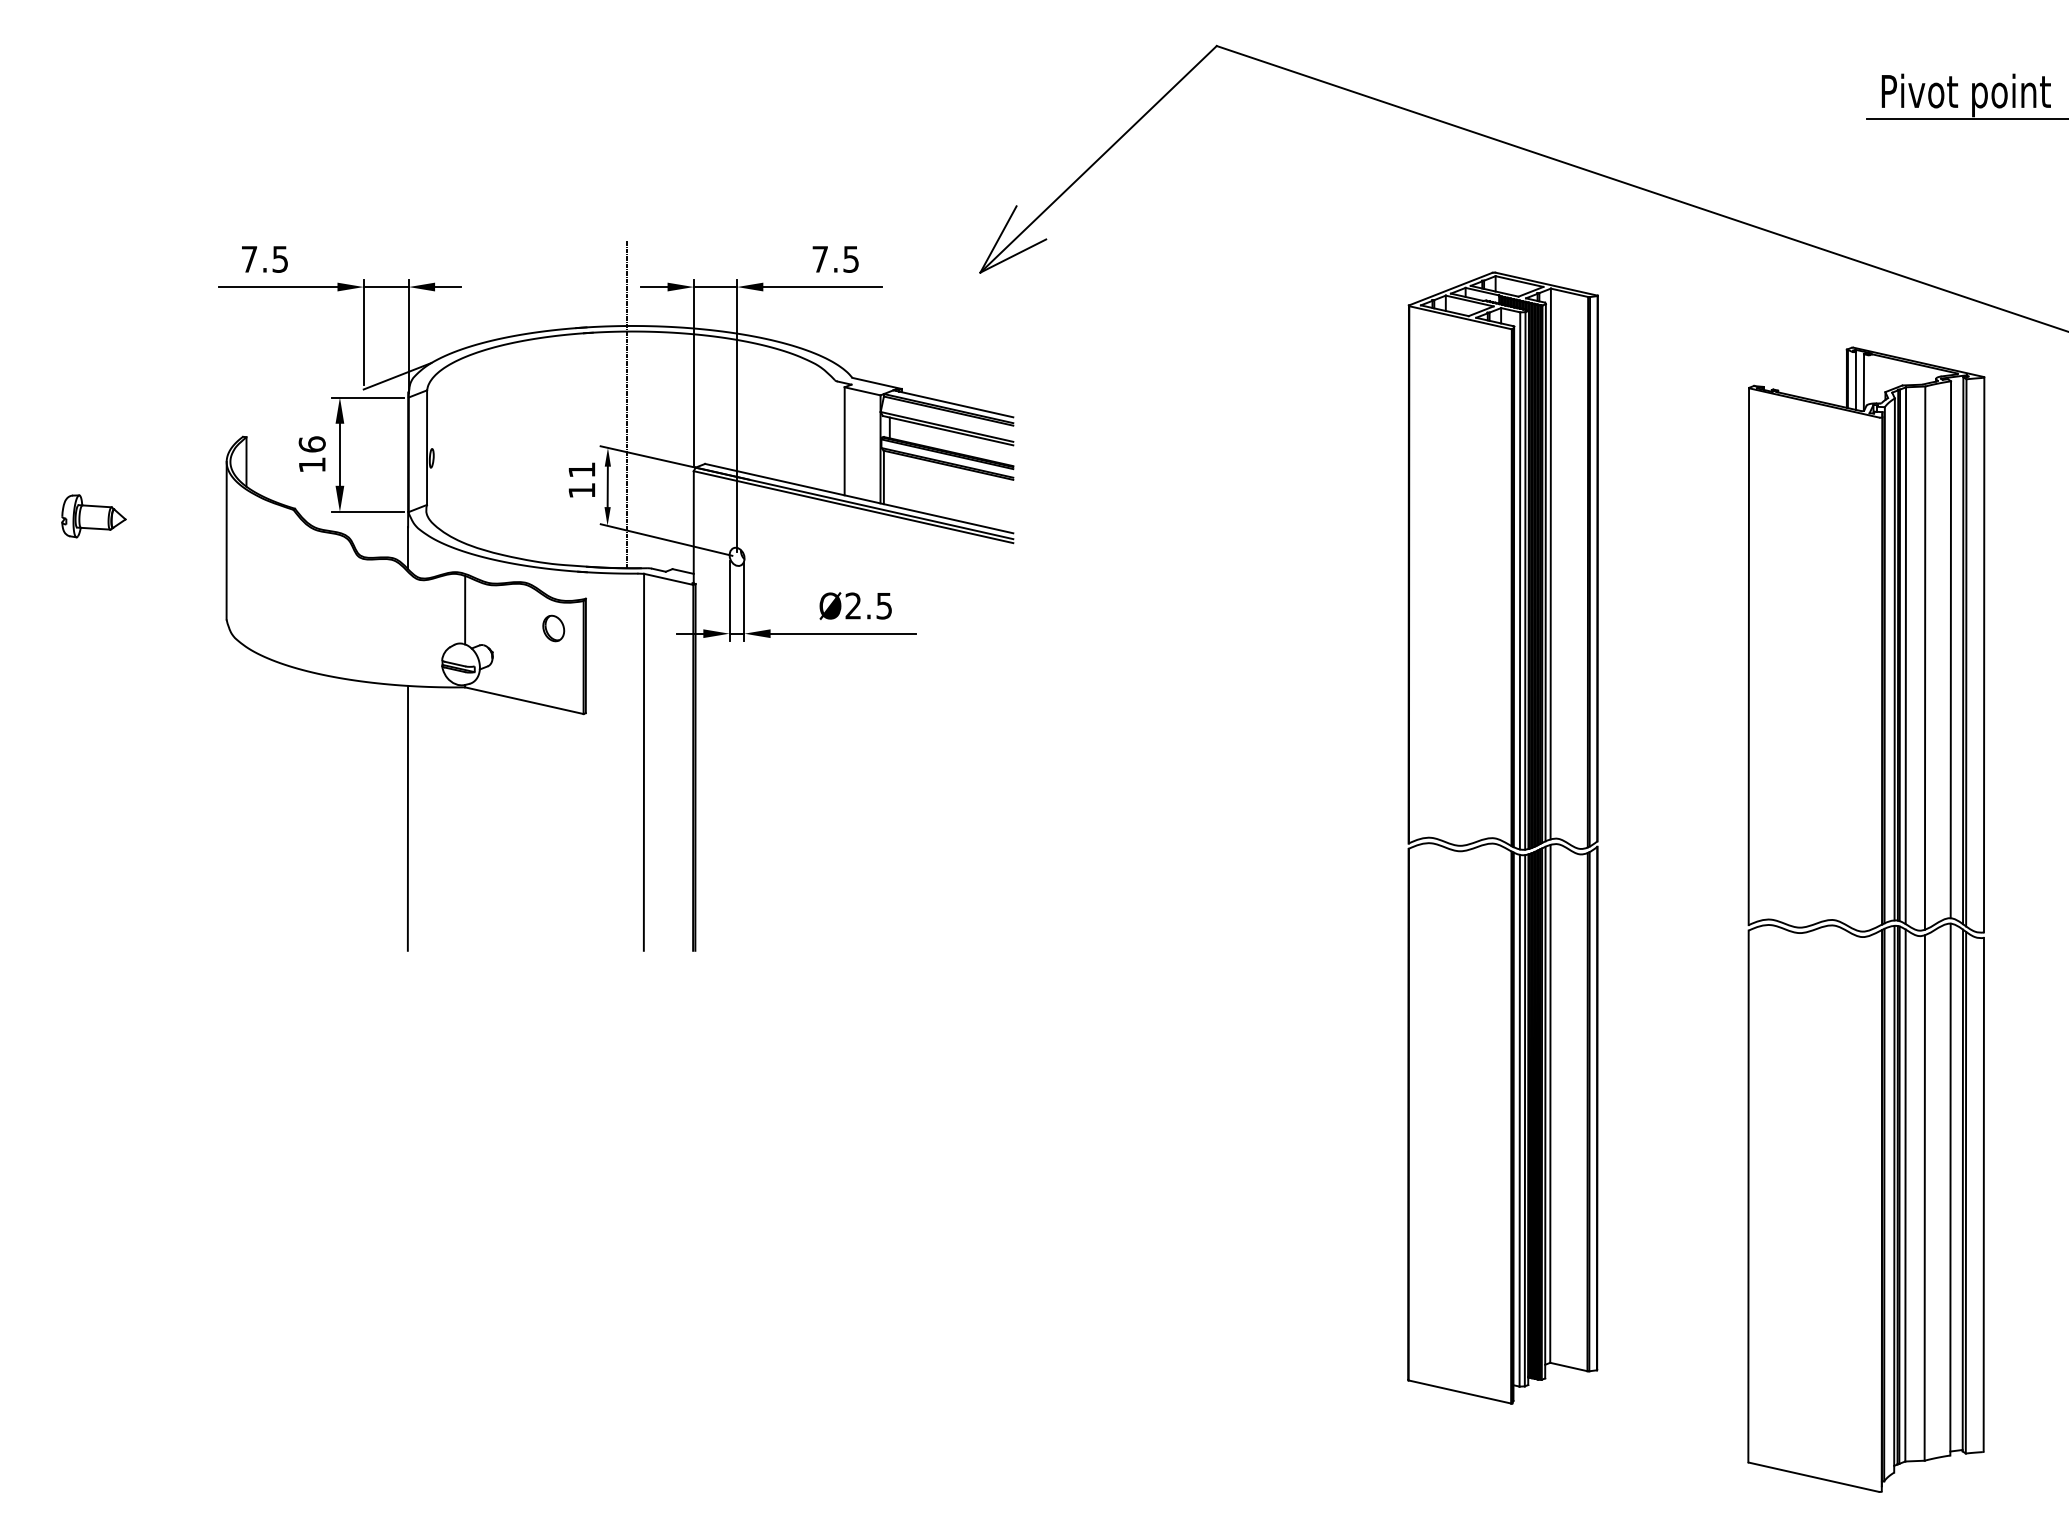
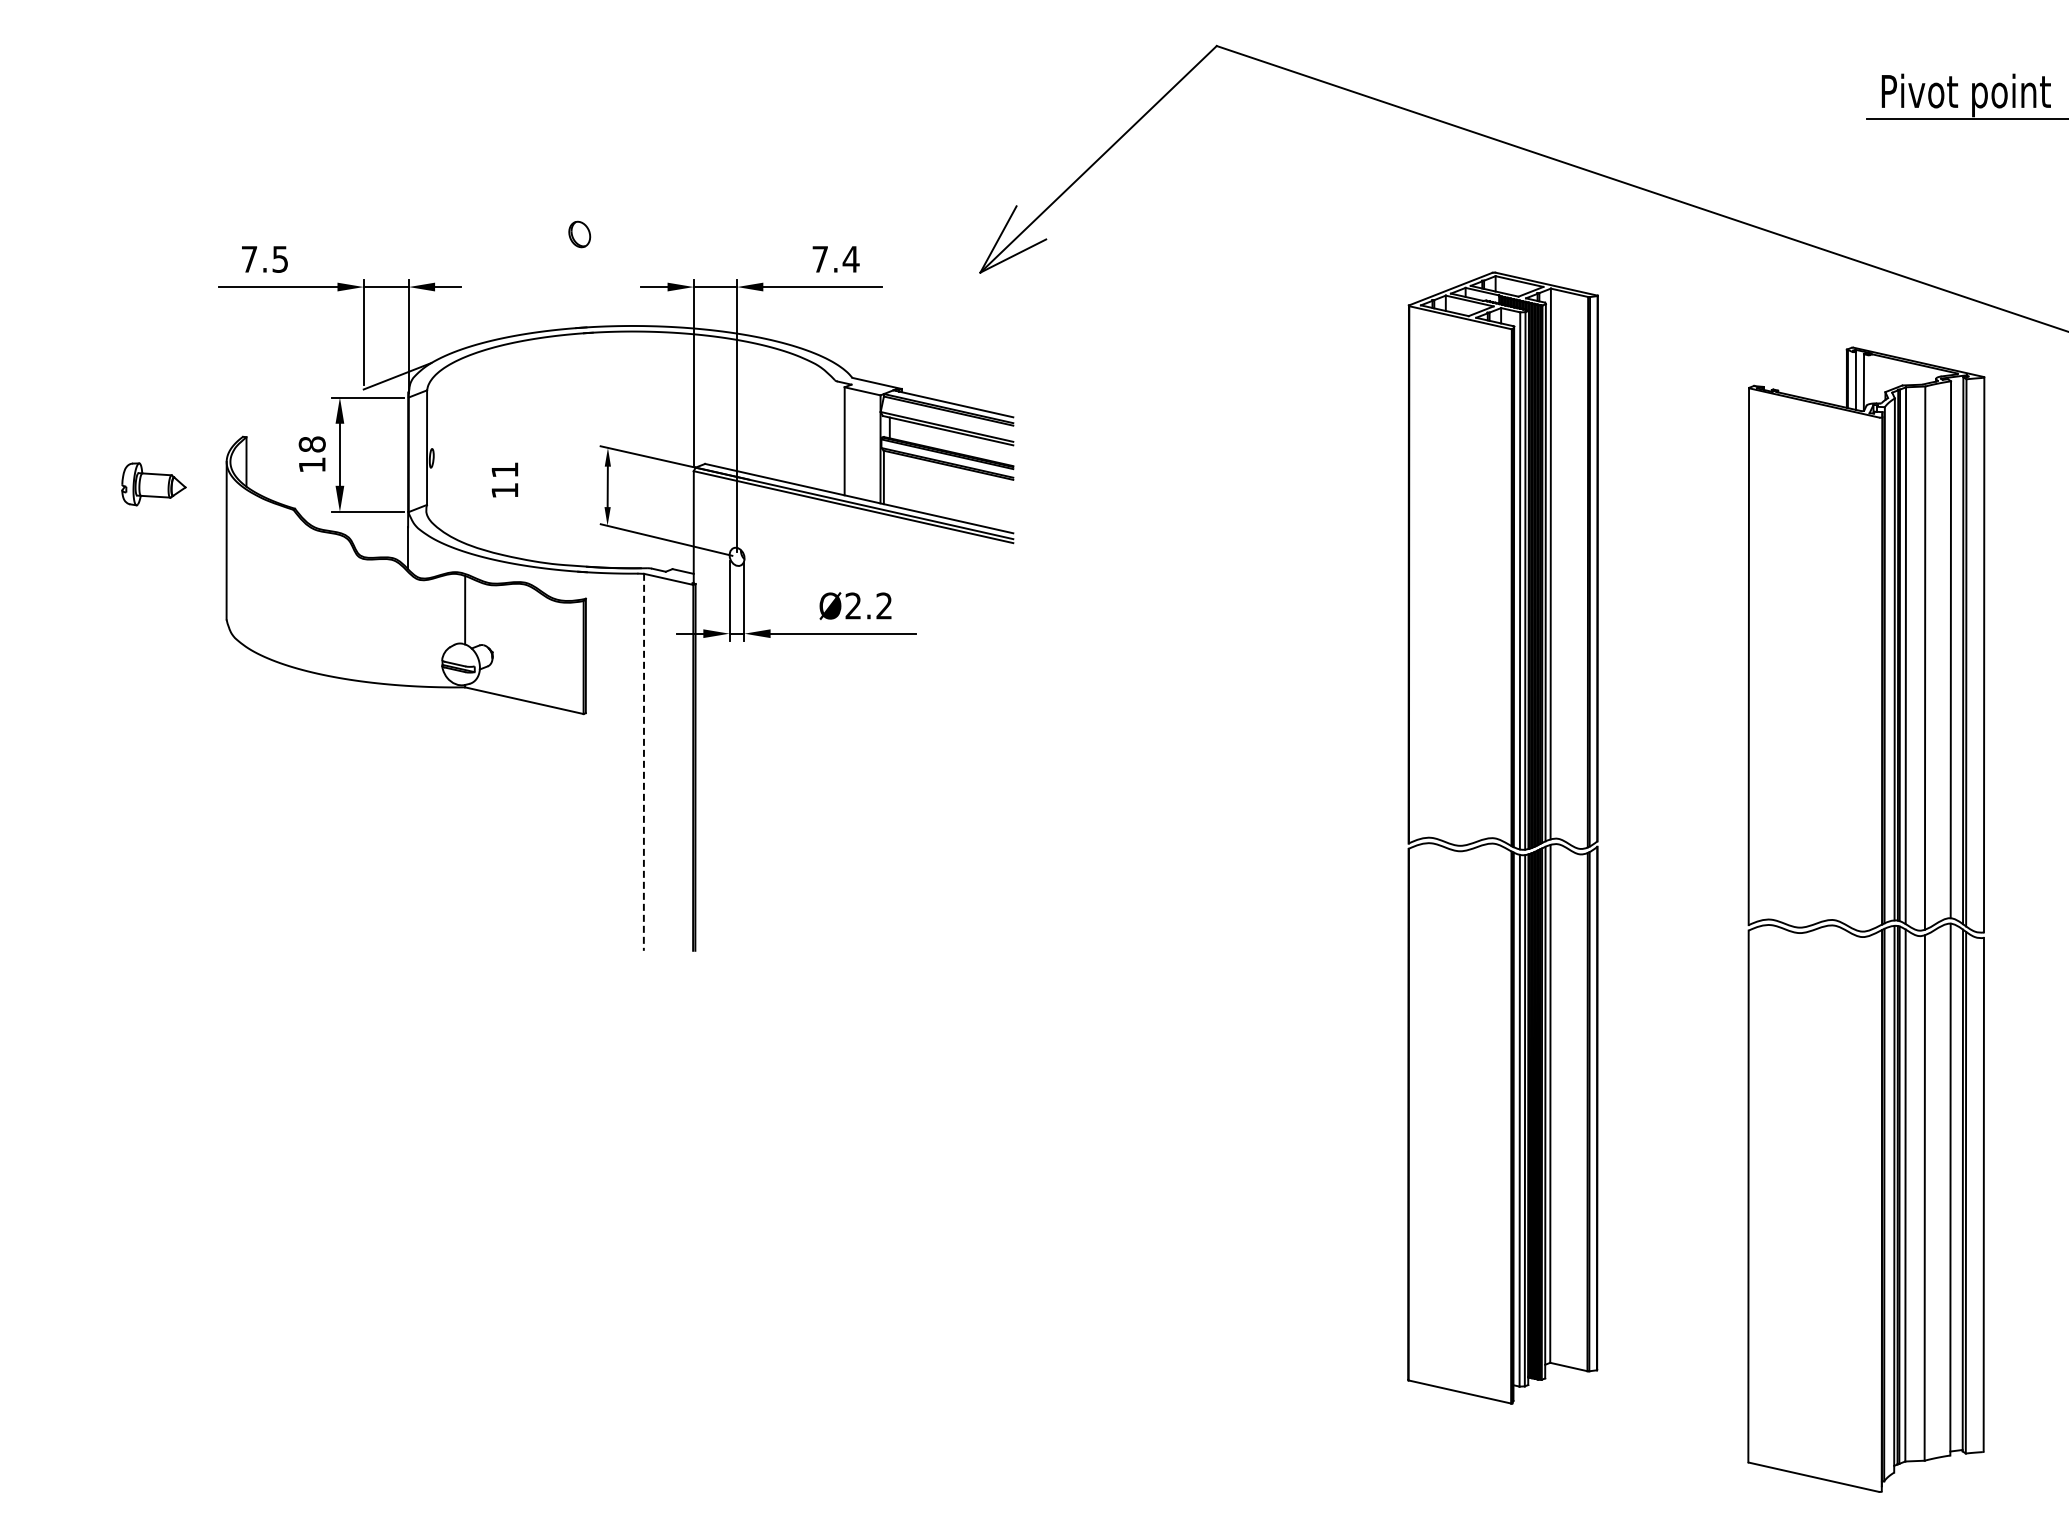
text at (850, 259): 7.5 -> 7.4
line at (627, 404): present -> none
text at (311, 444): 16 -> 18
text at (581, 479) position: (581, 479) -> (504, 479)
part at (93, 516) position: (93, 516) -> (153, 484)
text at (883, 605): Ø2.5 -> Ø2.2
part at (553, 628) position: (553, 628) -> (579, 234)
line at (643, 762): solid -> dashed
line at (407, 817): present -> none
